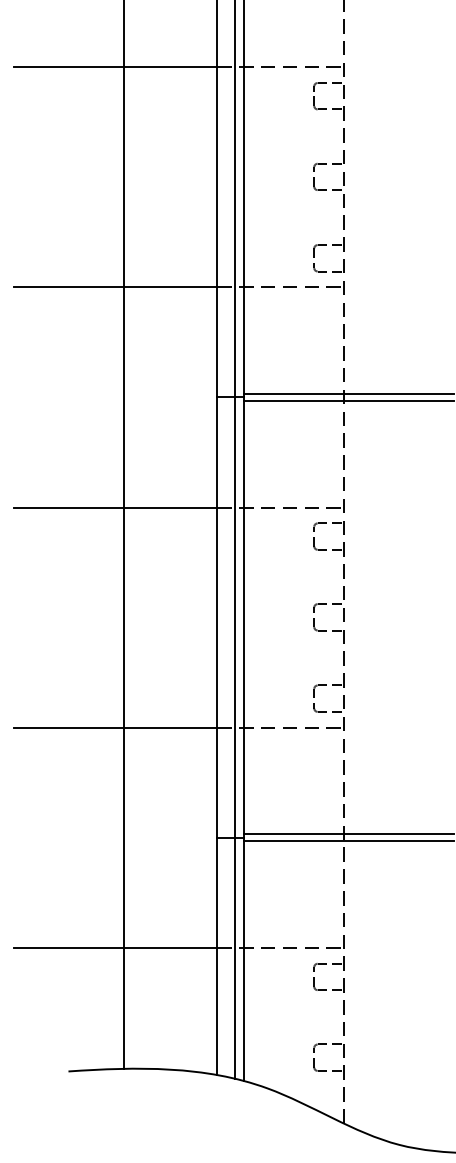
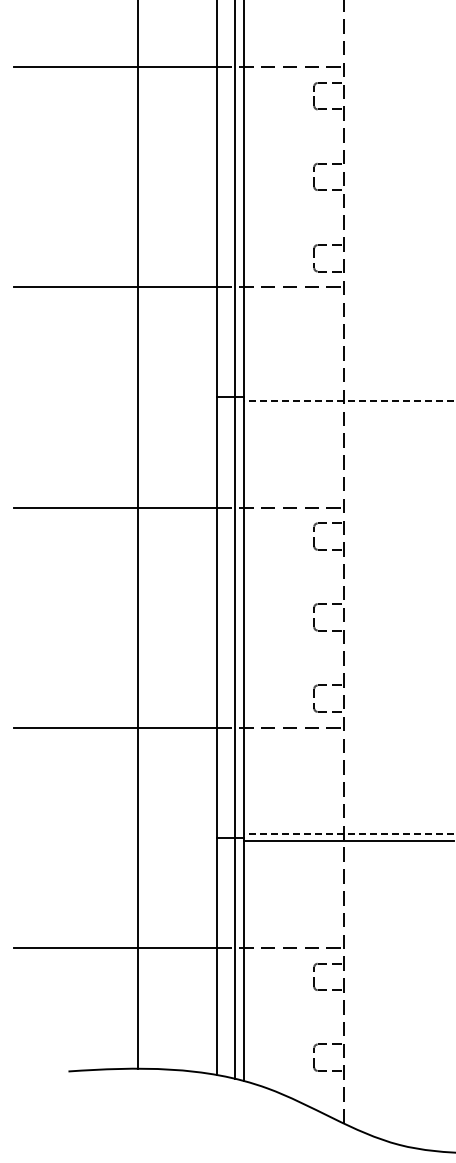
line at (348, 393): present -> none
line at (349, 401): solid -> dashed
line at (123, 535) position: (123, 535) -> (137, 535)
line at (349, 834): solid -> dashed
